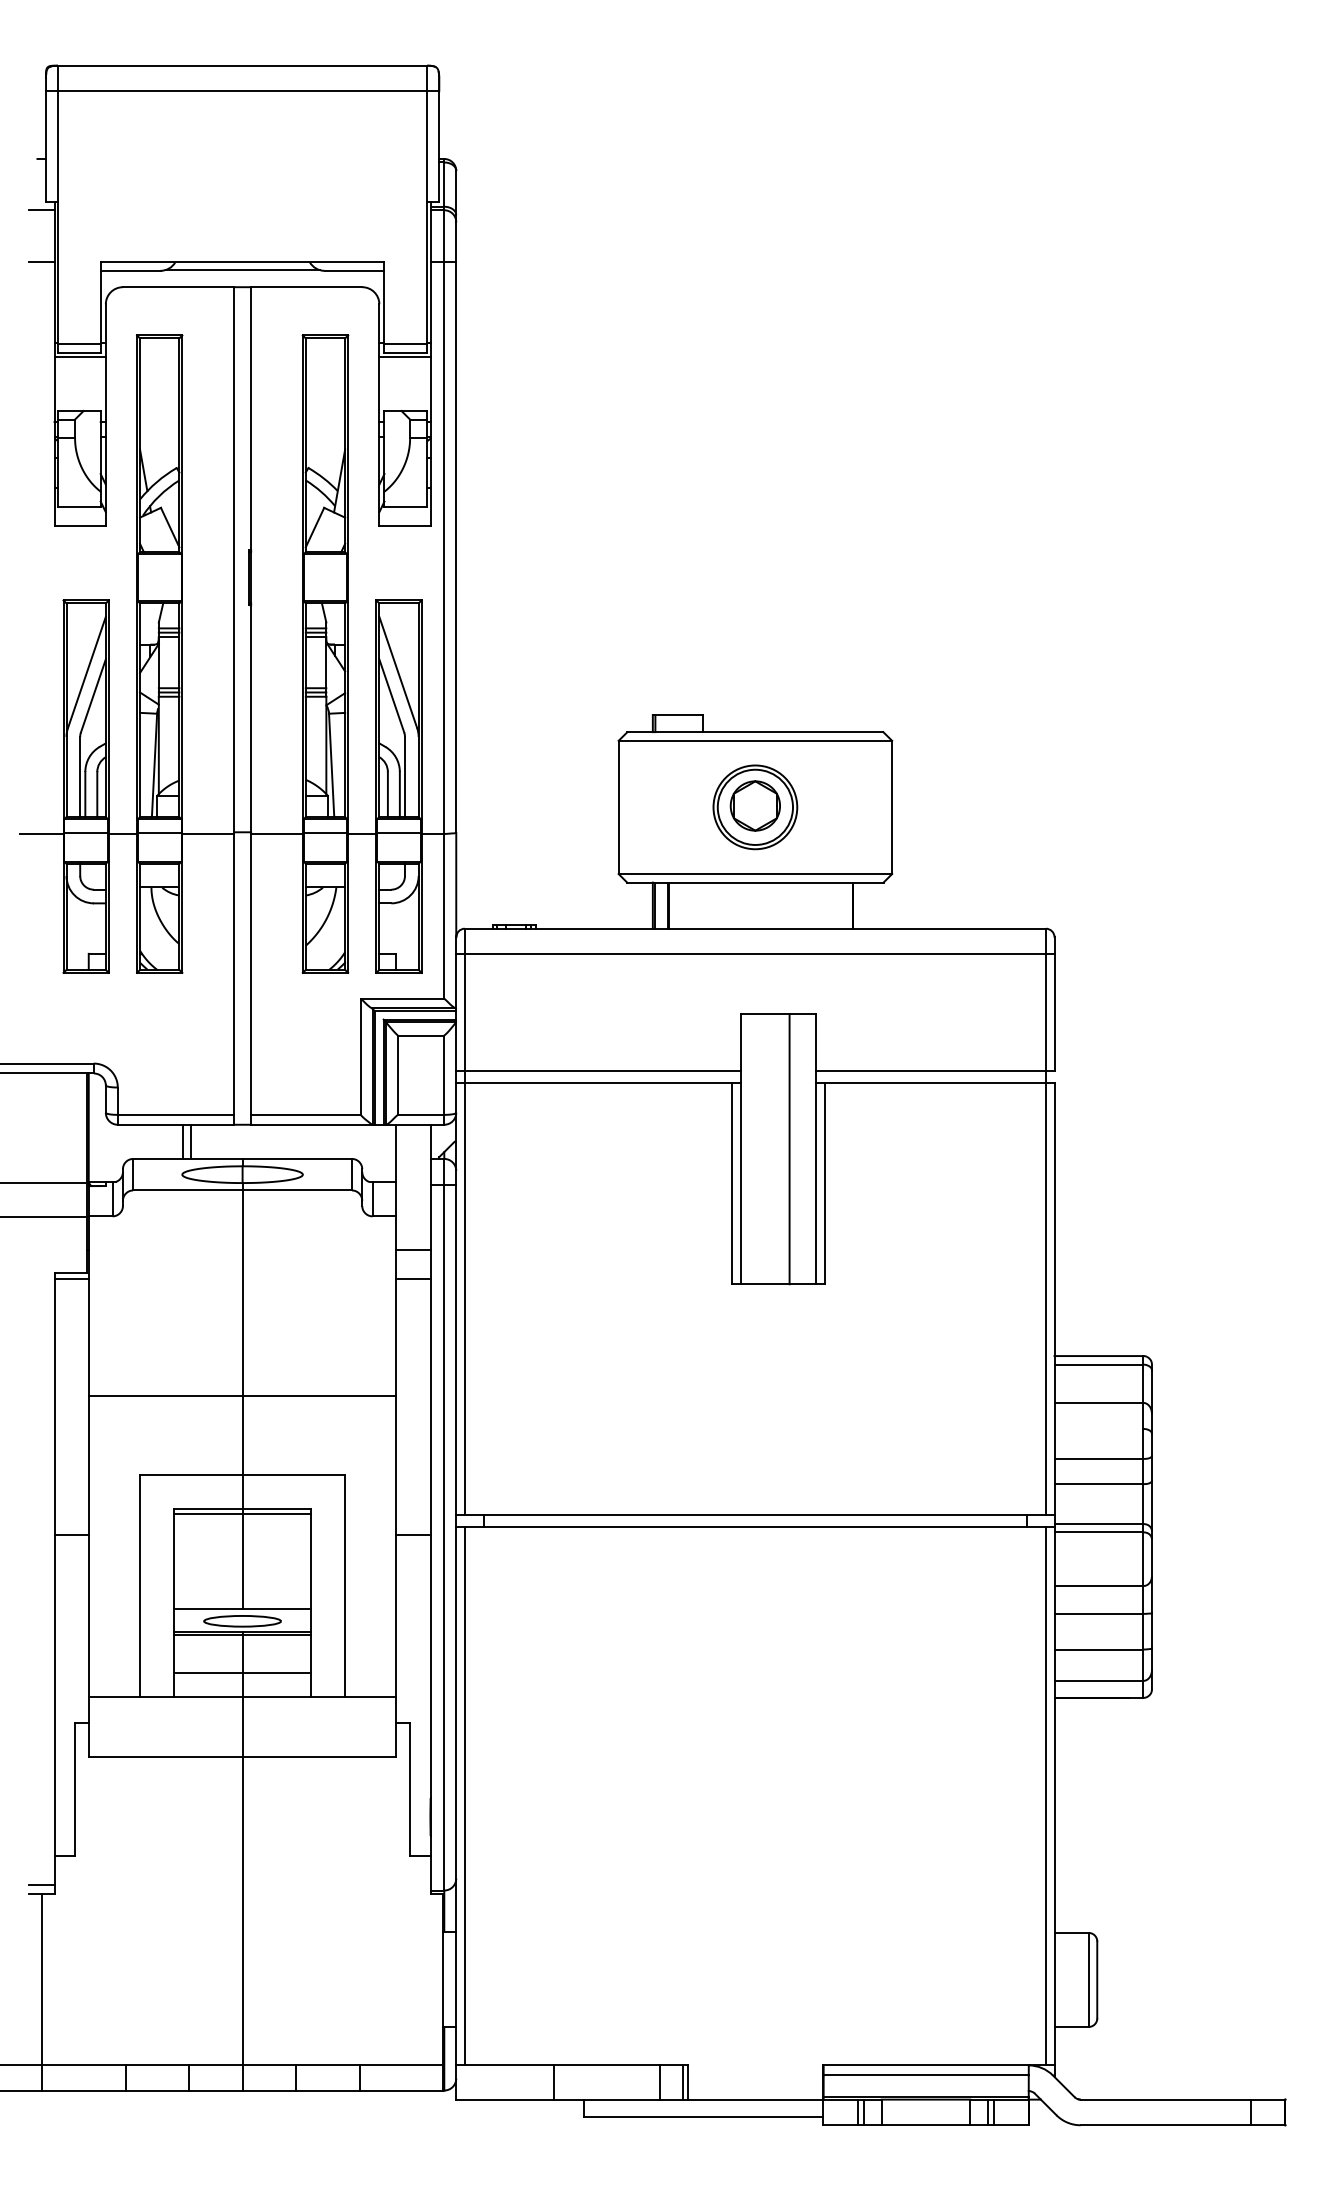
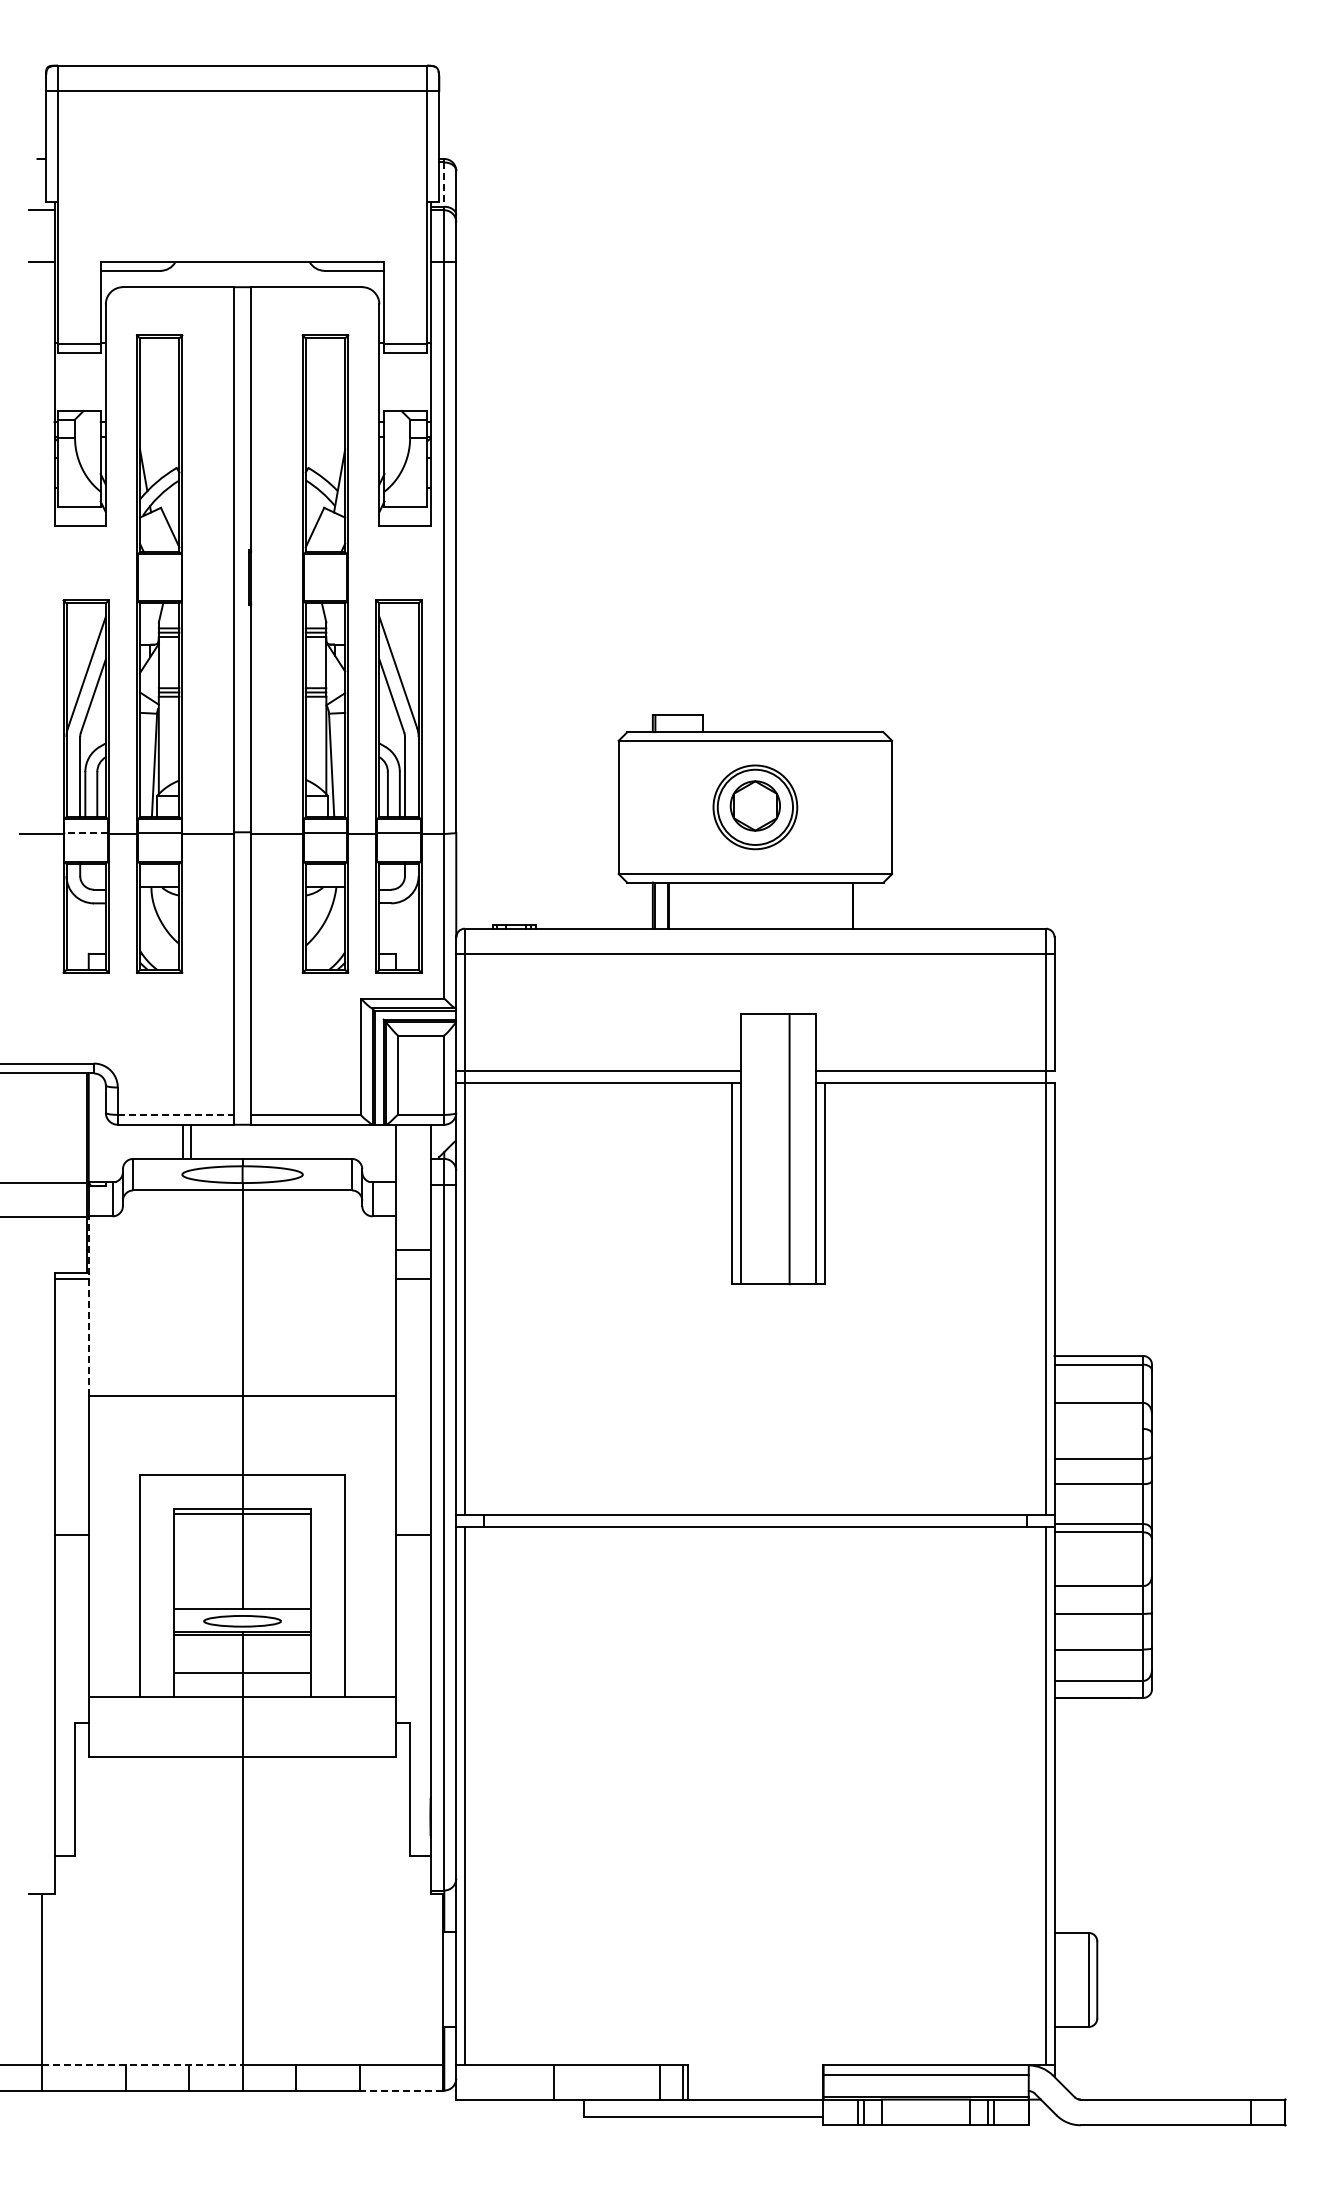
line at (444, 185): solid -> dashed
line at (242, 270): present -> none
line at (79, 357): present -> none
line at (404, 357): present -> none
line at (86, 833): solid -> dashed
line at (176, 1114): solid -> dashed
line at (88, 1305): solid -> dashed
line at (41, 1885): present -> none
line at (142, 2064): solid -> dashed
line at (401, 2090): solid -> dashed
